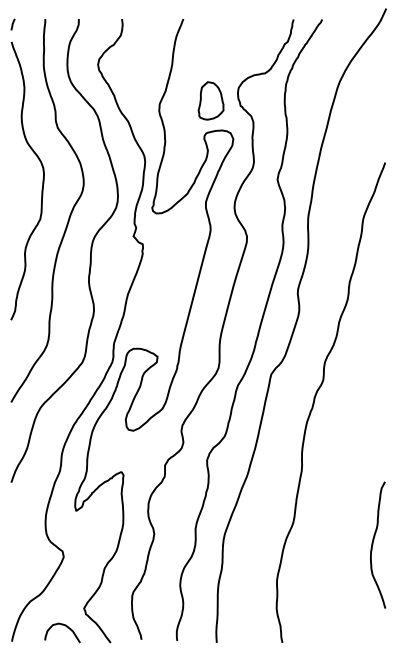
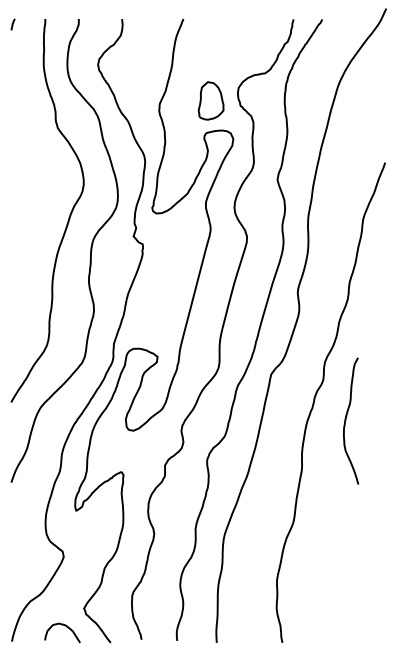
curve at (42, 180): present -> none
curve at (373, 544) position: (373, 544) -> (346, 420)
